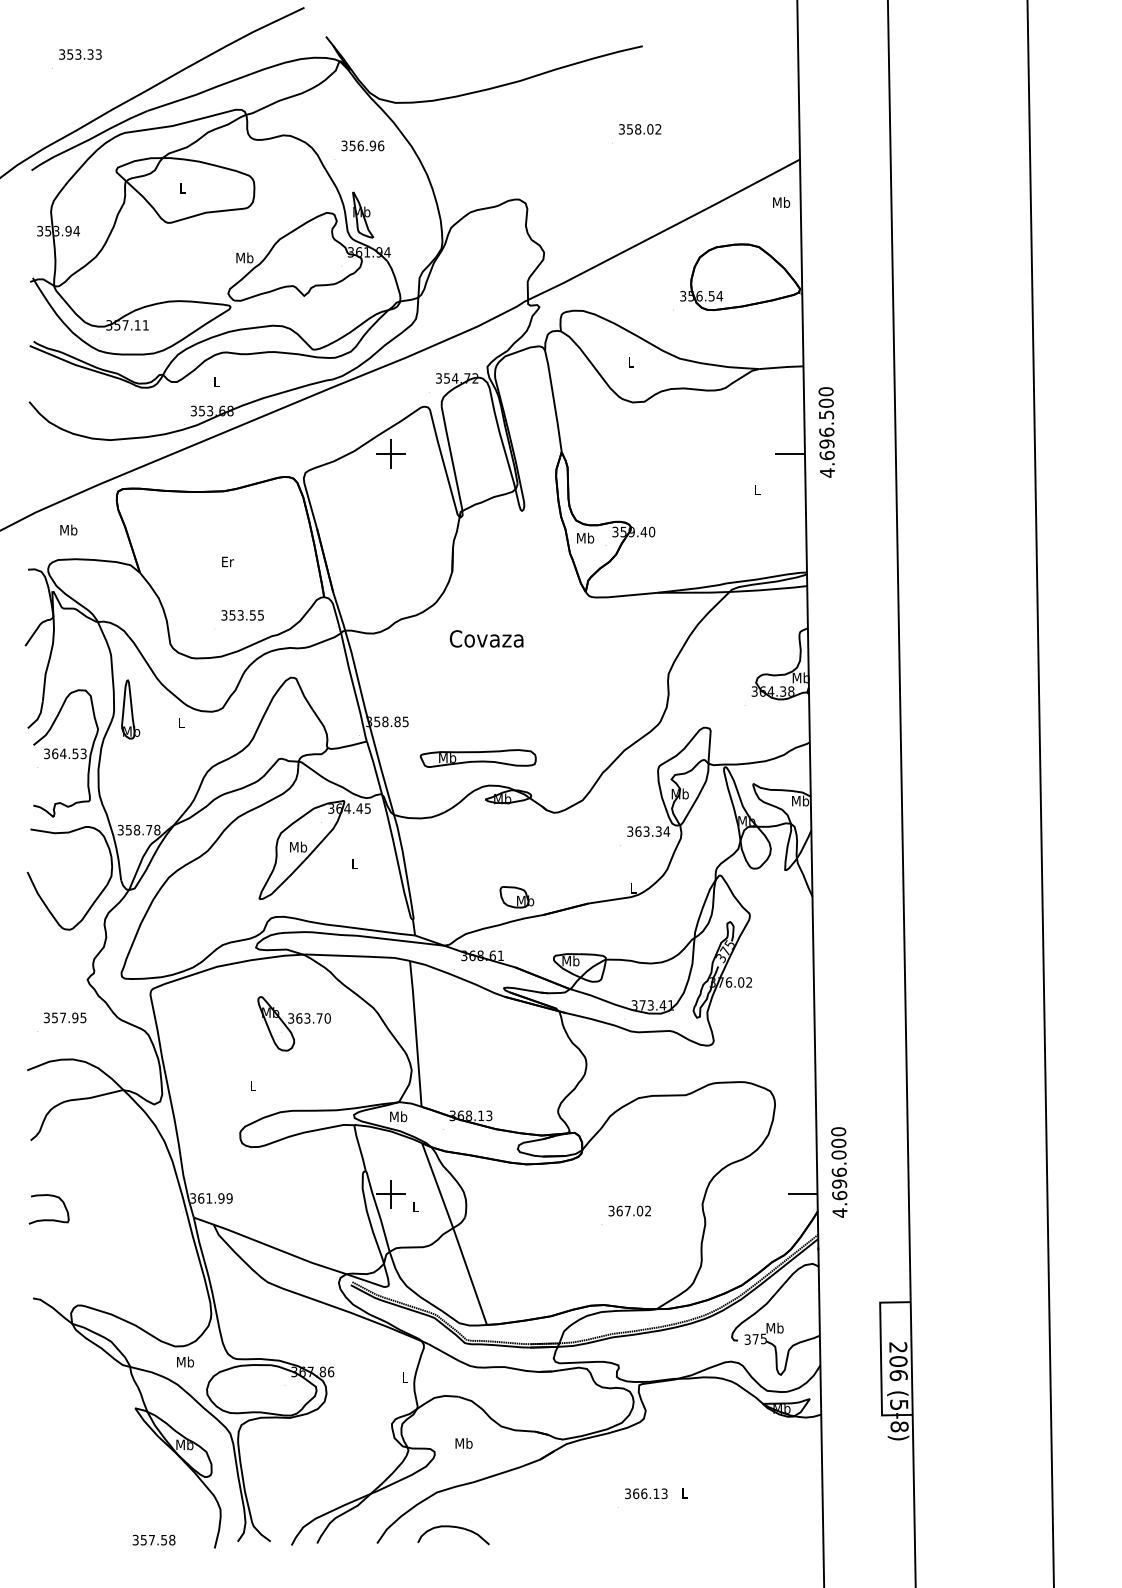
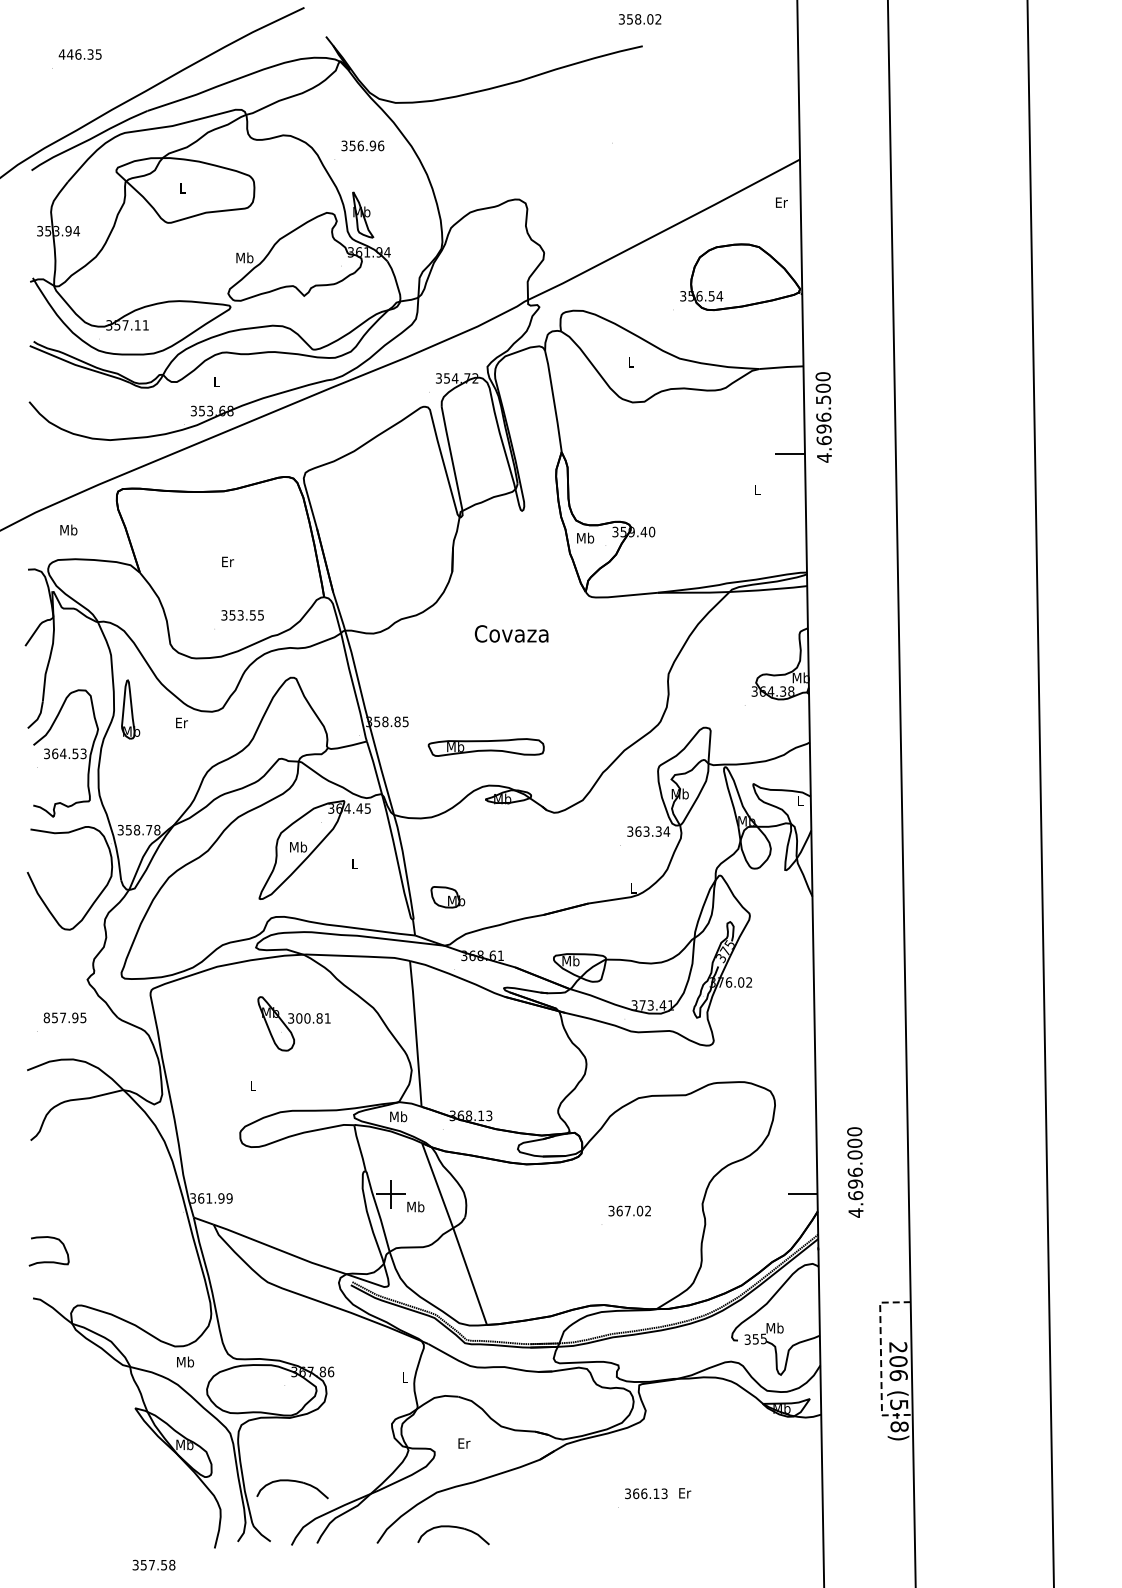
text at (79, 54): 353.33 -> 446.35
text at (639, 129) position: (639, 129) -> (639, 19)
text at (781, 202): Mb -> Er
text at (826, 432) position: (826, 432) -> (823, 417)
part at (390, 453): present -> none
text at (486, 638) position: (486, 638) -> (511, 633)
text at (181, 722): L -> Er
part at (477, 758) position: (477, 758) -> (485, 747)
text at (800, 800): Mb -> L
part at (516, 897) position: (516, 897) -> (447, 897)
text at (46, 1017): 357.95 -> 857.95
text at (313, 1018): 363.70 -> 300.81
text at (839, 1172) position: (839, 1172) -> (855, 1172)
text at (415, 1206): L -> Mb
curve at (48, 1219) position: (48, 1219) -> (48, 1261)
text at (755, 1339): 375 -> 355
line at (881, 1359): solid -> dashed
text at (463, 1443): Mb -> Er
part at (295, 1482): none -> present
text at (685, 1493): L -> Er
text at (153, 1539) position: (153, 1539) -> (153, 1564)
